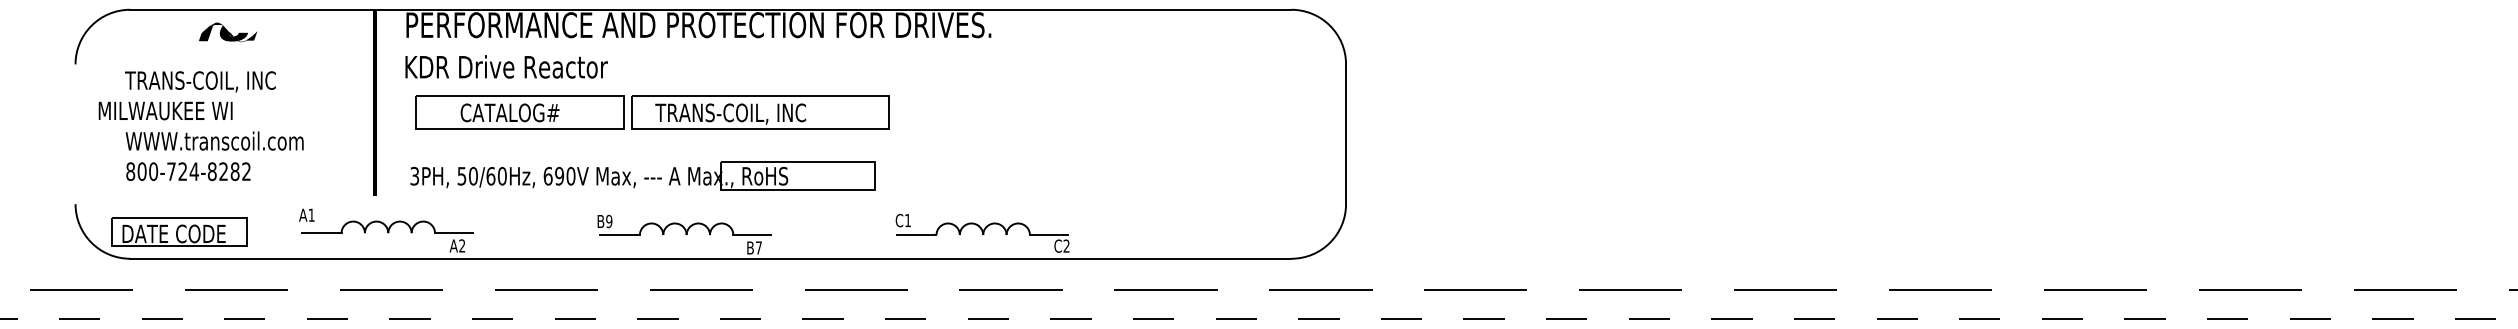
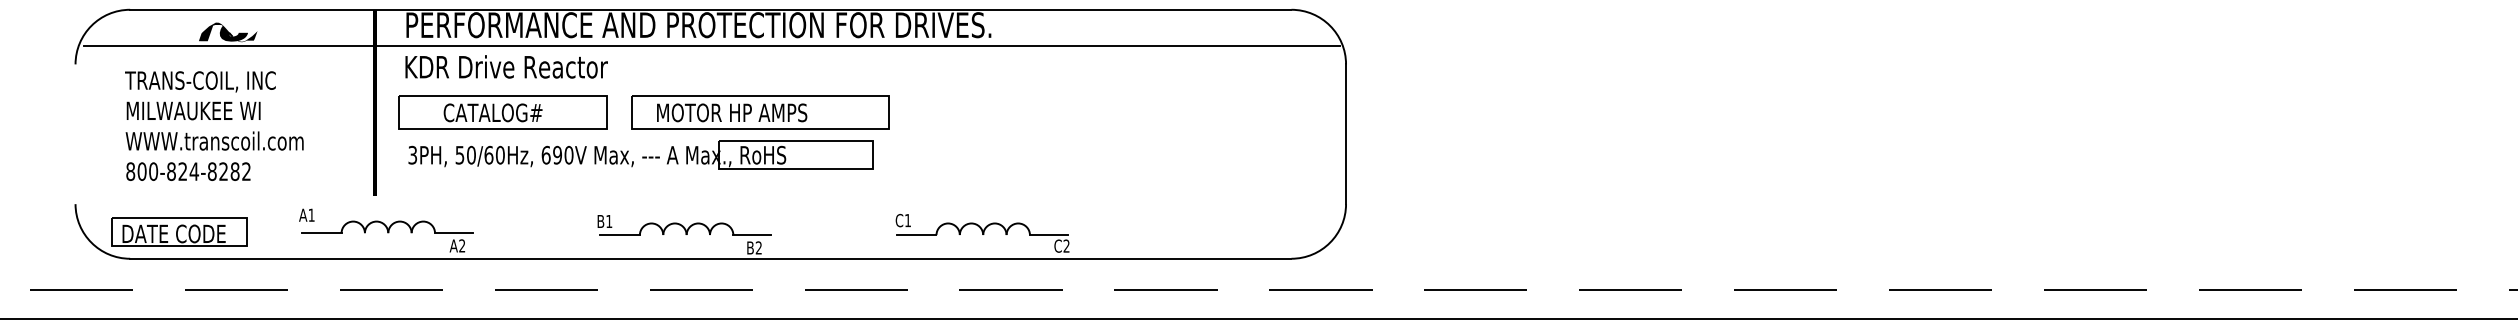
line at (711, 46): none -> present
text at (165, 110) position: (165, 110) -> (193, 110)
part at (519, 112) position: (519, 112) -> (502, 112)
text at (731, 113): TRANS-COIL, INC -> MOTOR HP AMPS
text at (171, 171): 800-724-8282 -> 800-824-8282
part at (642, 175) position: (642, 175) -> (640, 154)
text at (609, 221): B9 -> B1
text at (758, 247): B7 -> B2
line at (1258, 319): dashed -> solid
